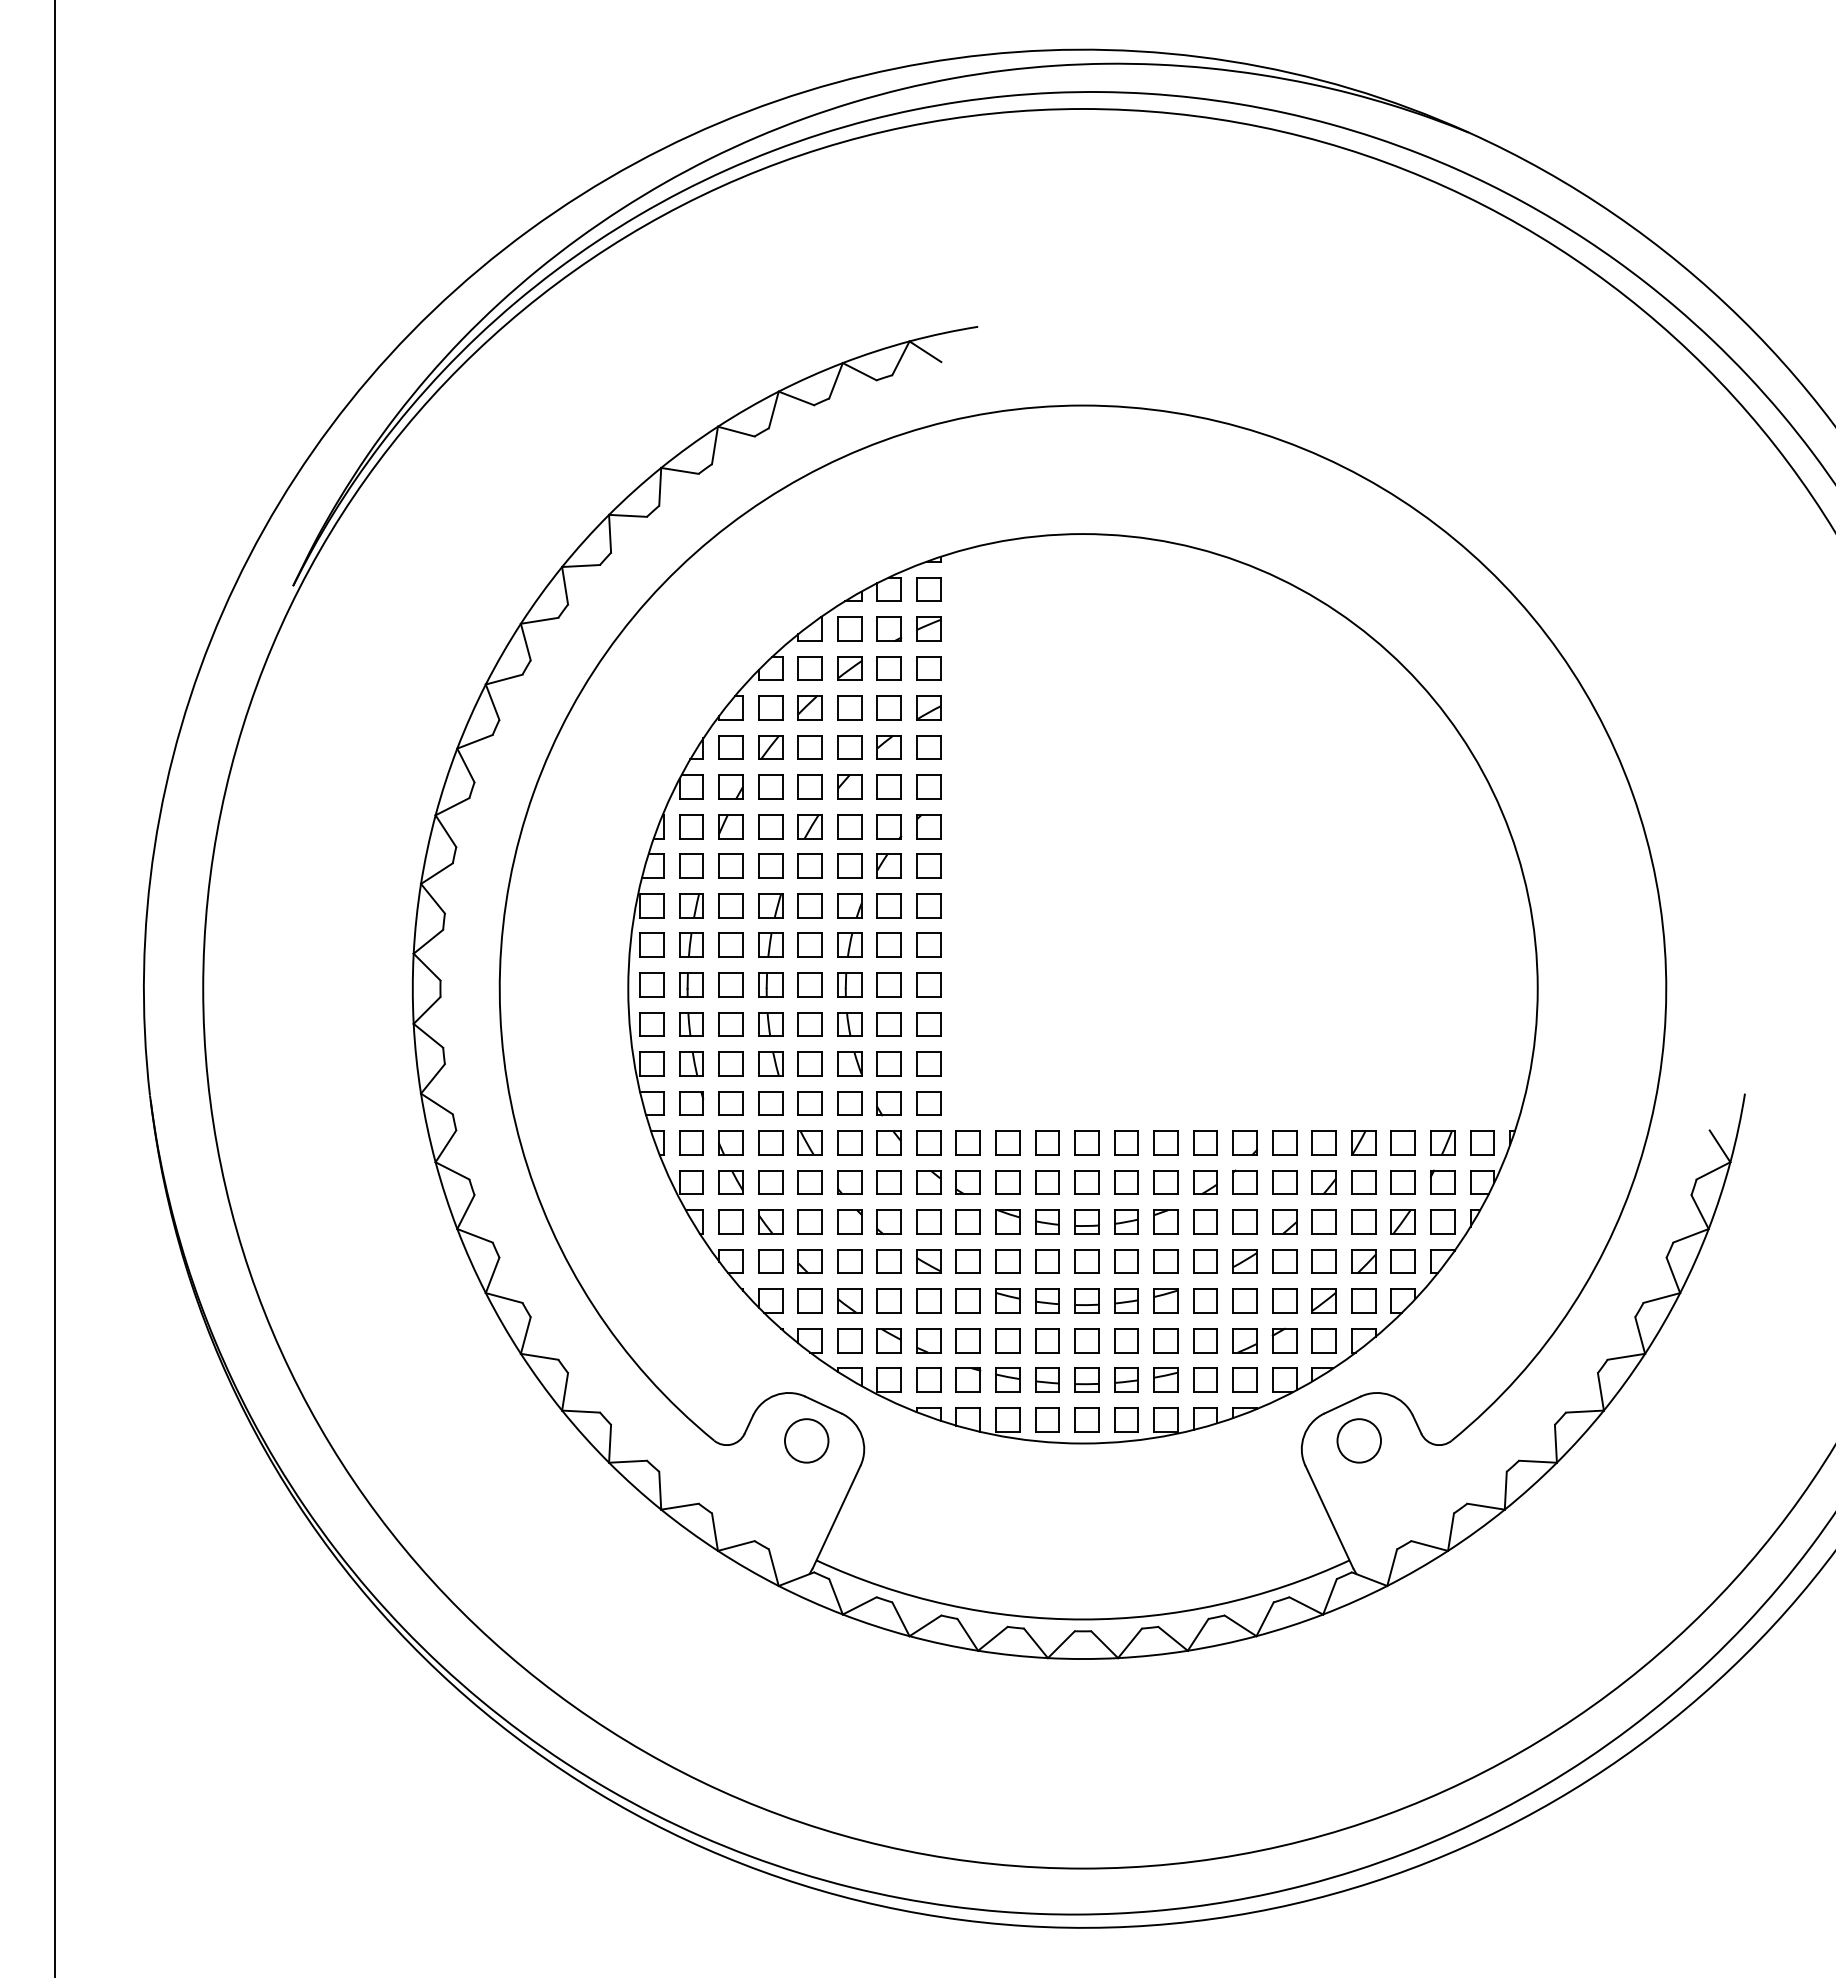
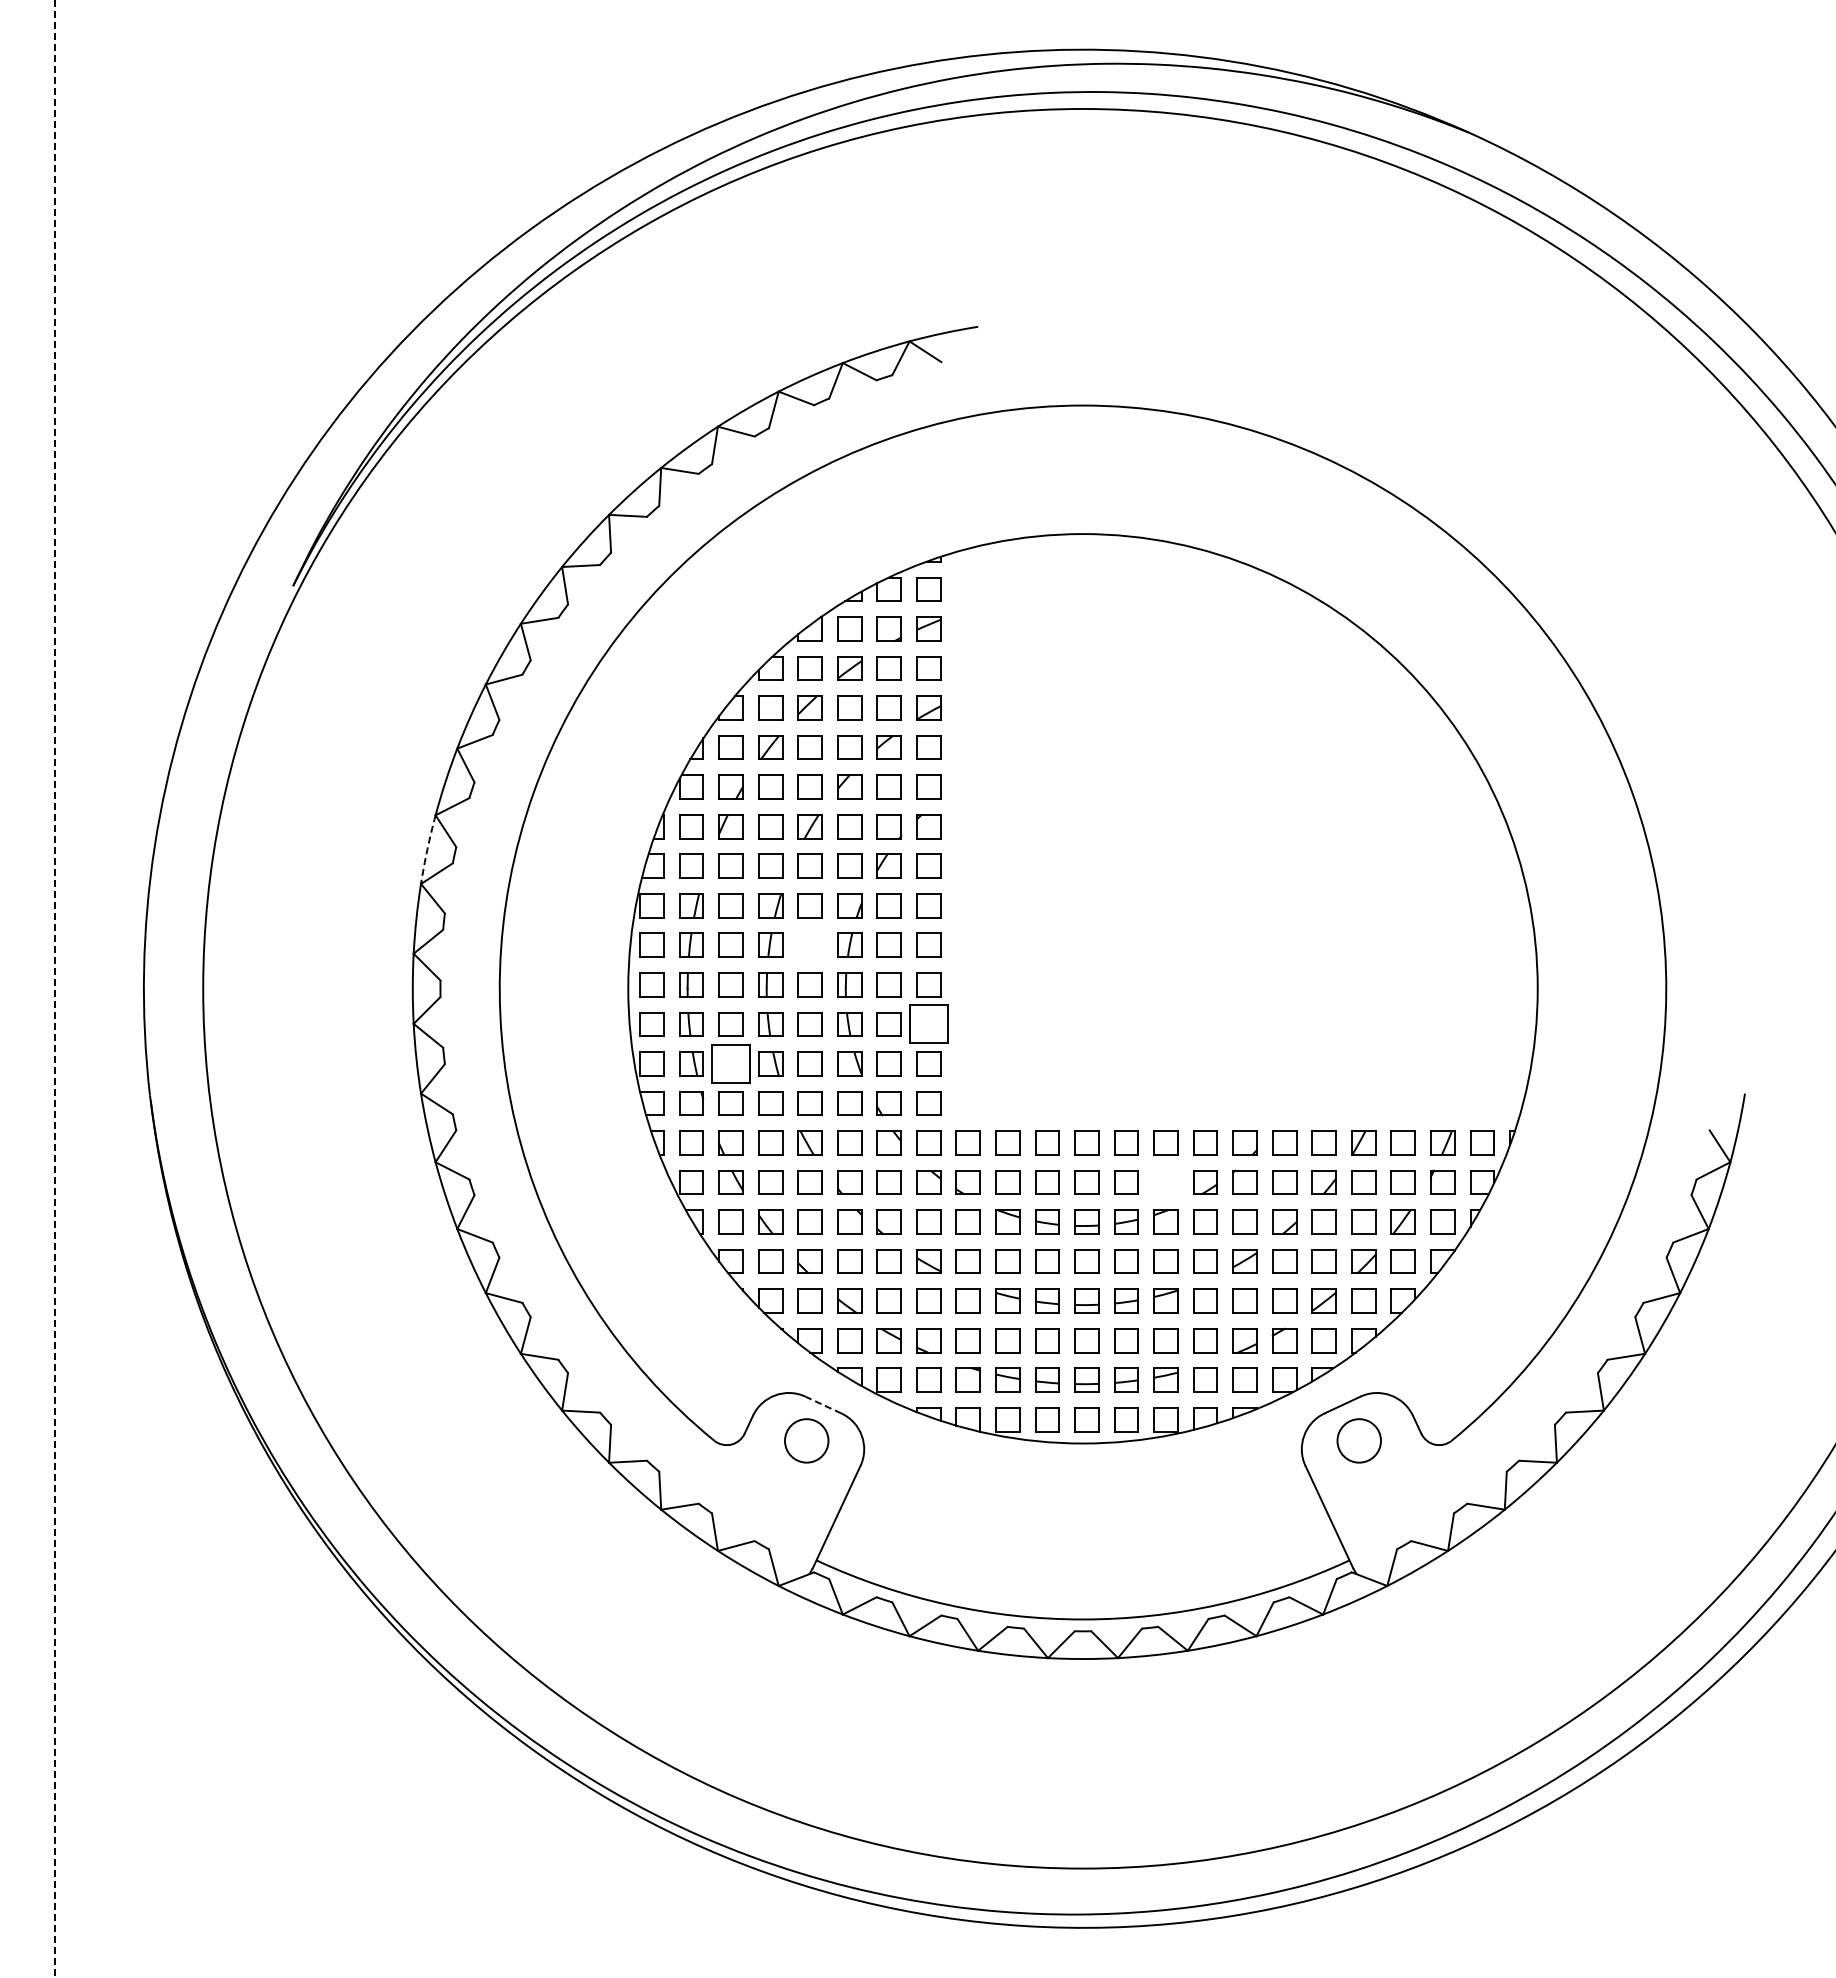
arc at (427, 849): solid -> dashed
part at (809, 944): present -> none
line at (54, 988): solid -> dashed
part at (928, 1024) size: 26x25 px -> 40x40 px
part at (730, 1063) size: 26x26 px -> 40x40 px
part at (1165, 1182): present -> none
line at (823, 1405): solid -> dashed
